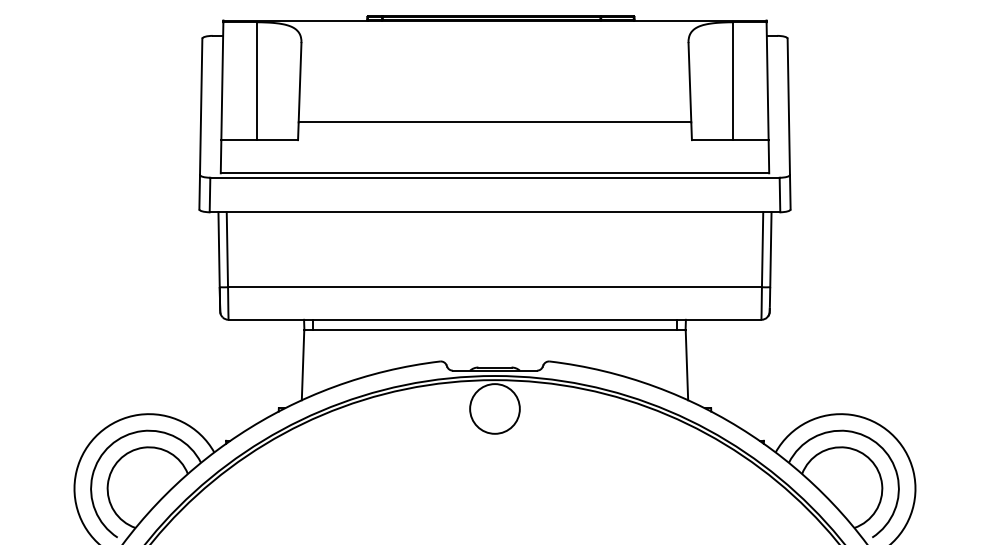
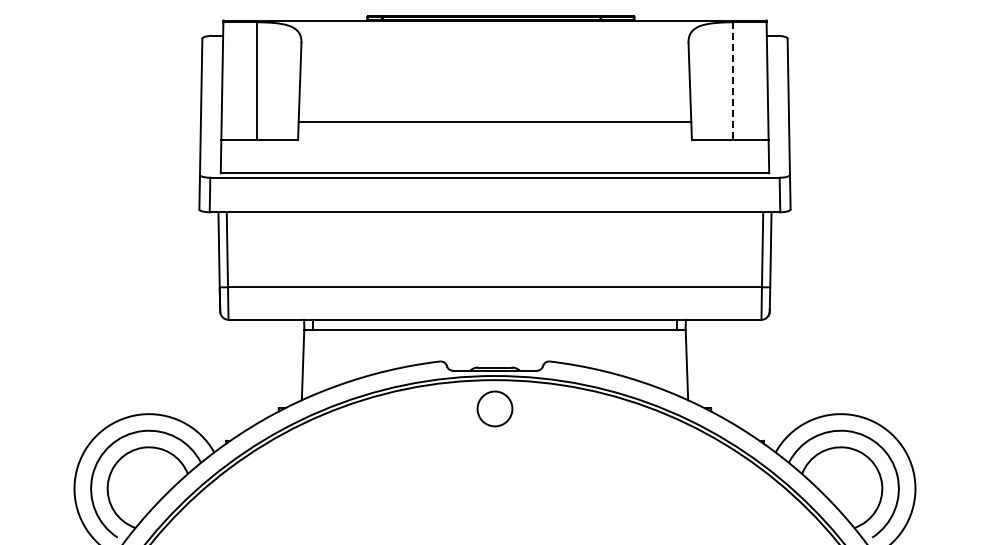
line at (733, 81): solid -> dashed
circle at (494, 408) diameter: 50 px -> 35 px
